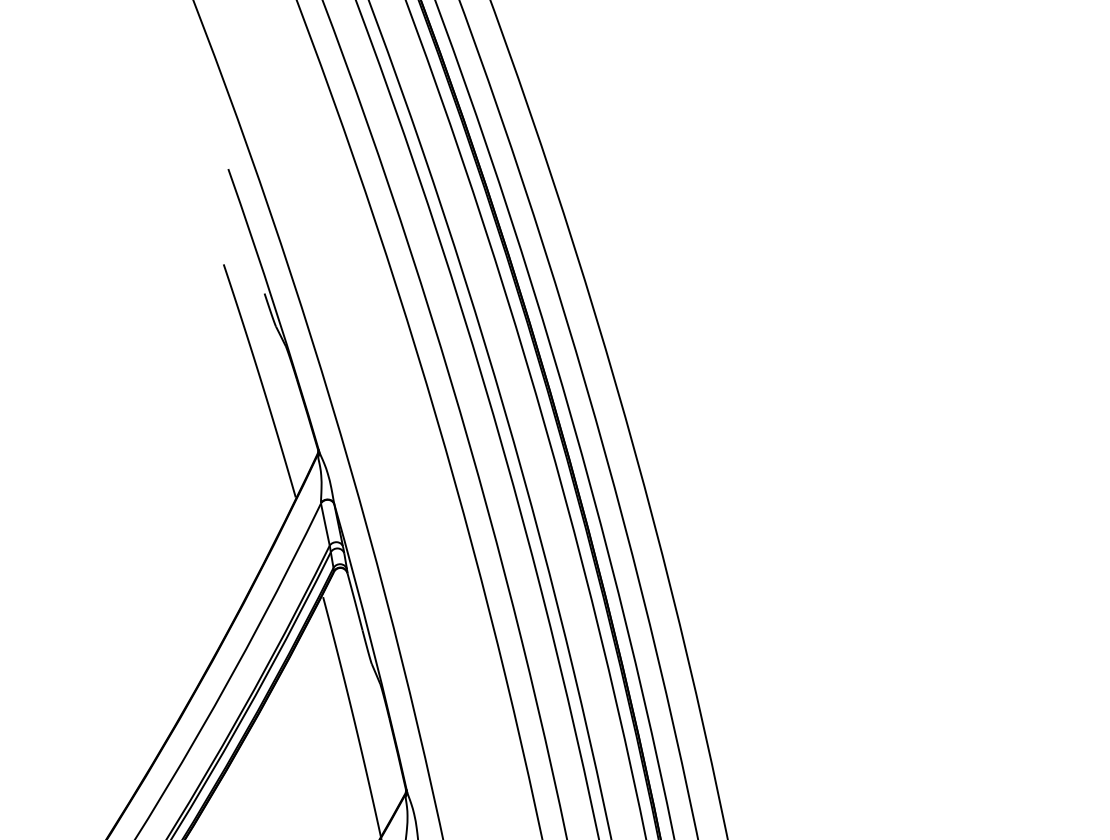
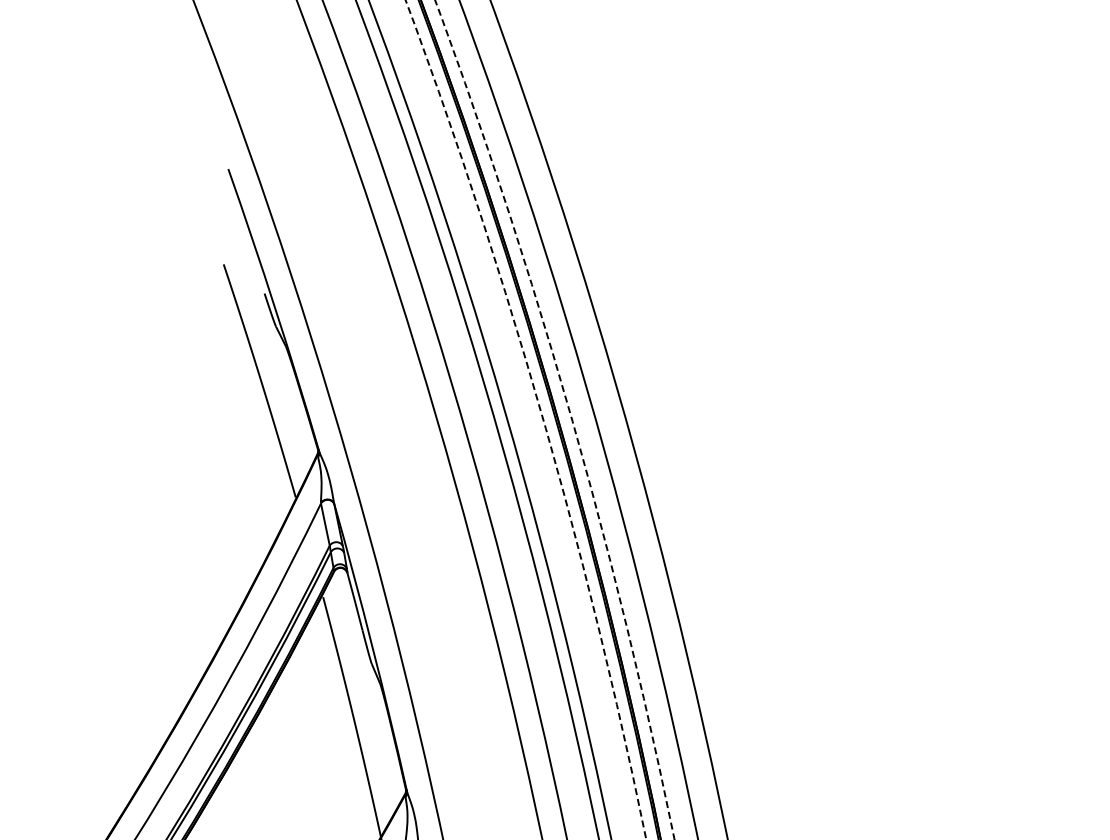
circle at (525, 419): solid -> dashed
circle at (554, 419): solid -> dashed
